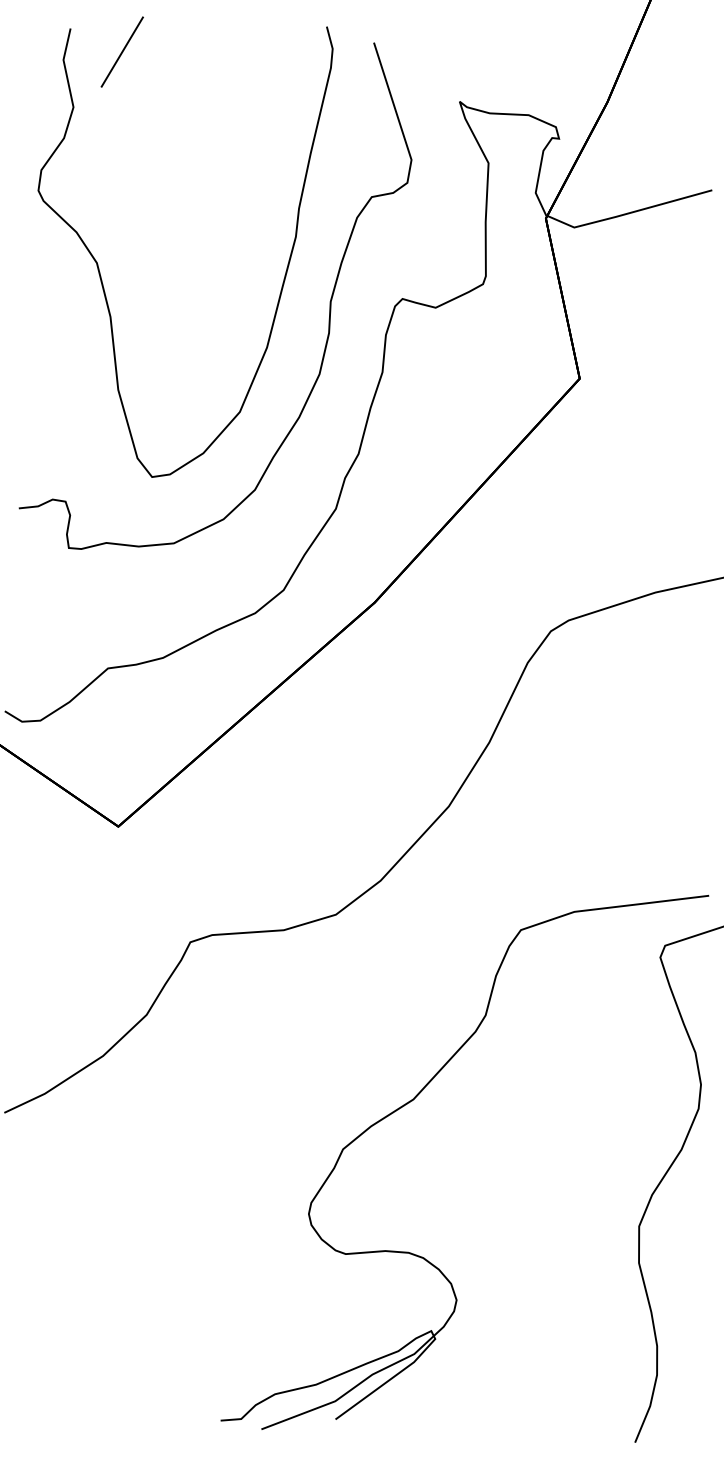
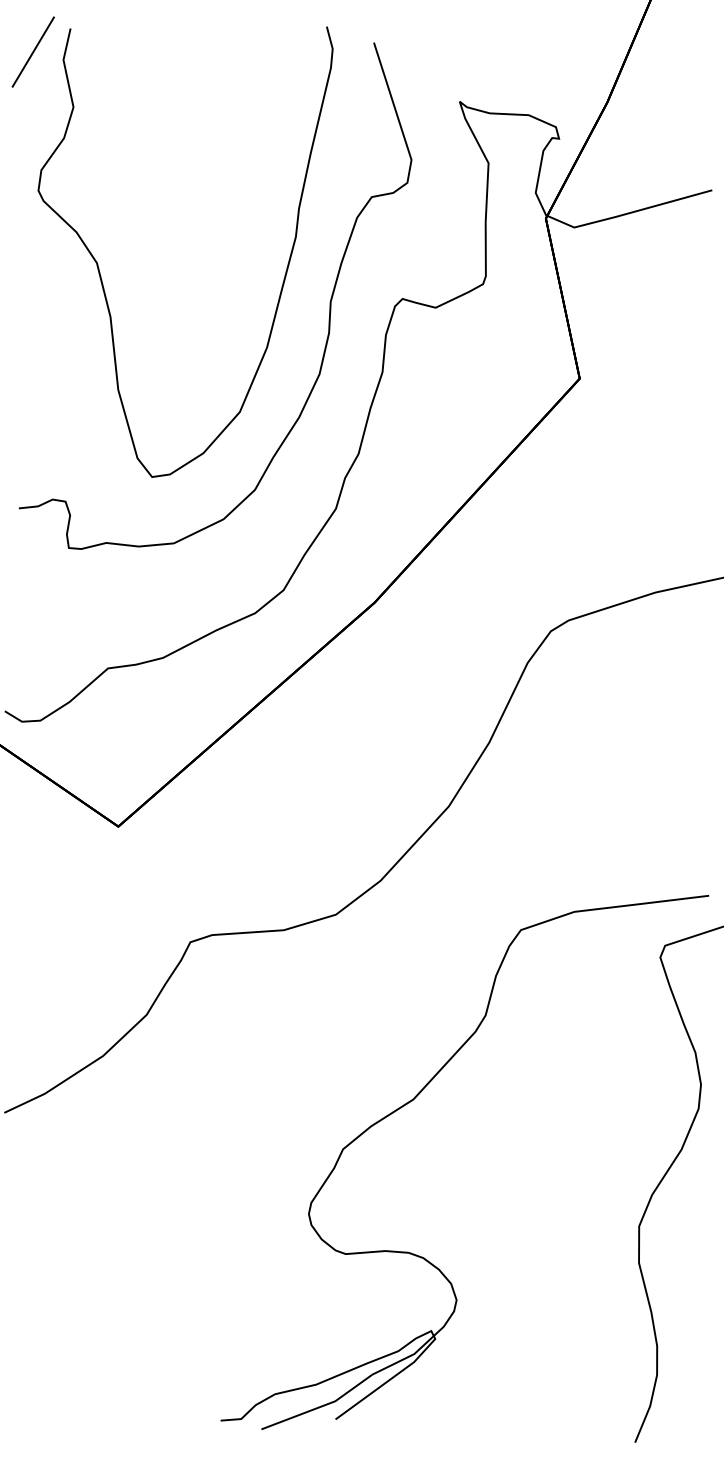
line at (121, 51) position: (121, 51) -> (32, 51)
